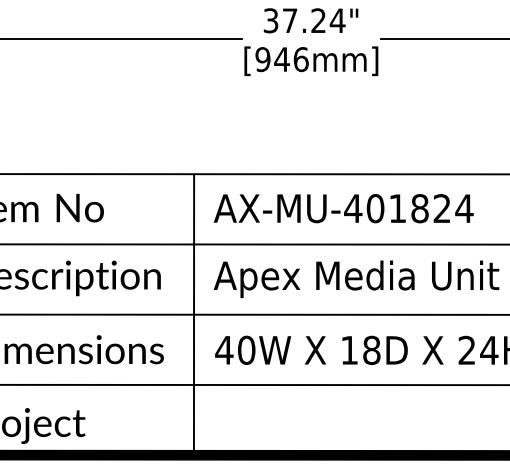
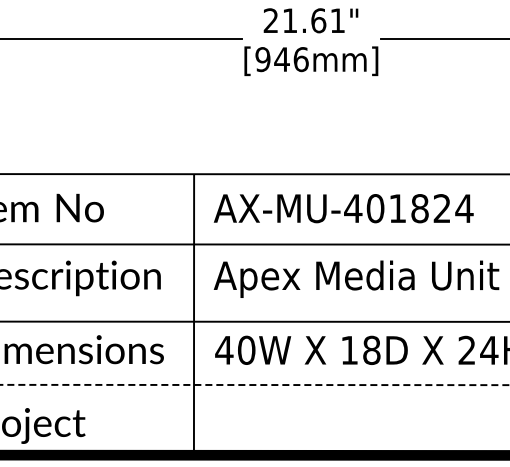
text at (304, 20): 37.24" -> 21.61"
line at (254, 314) position: (254, 314) -> (254, 321)
line at (255, 385): solid -> dashed
